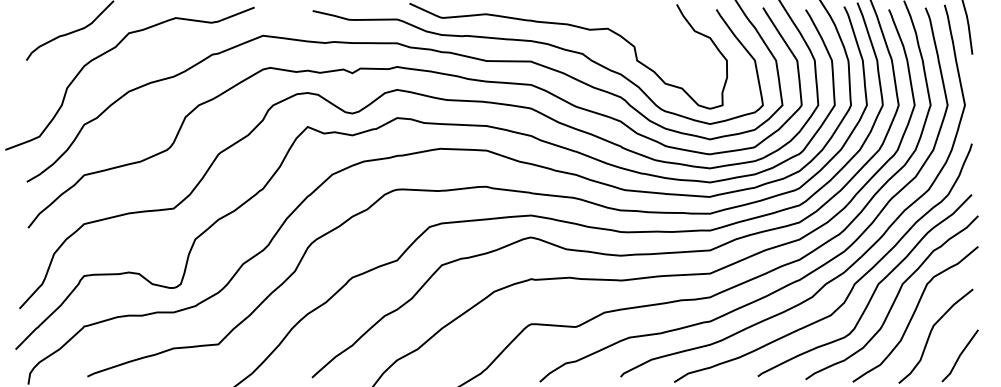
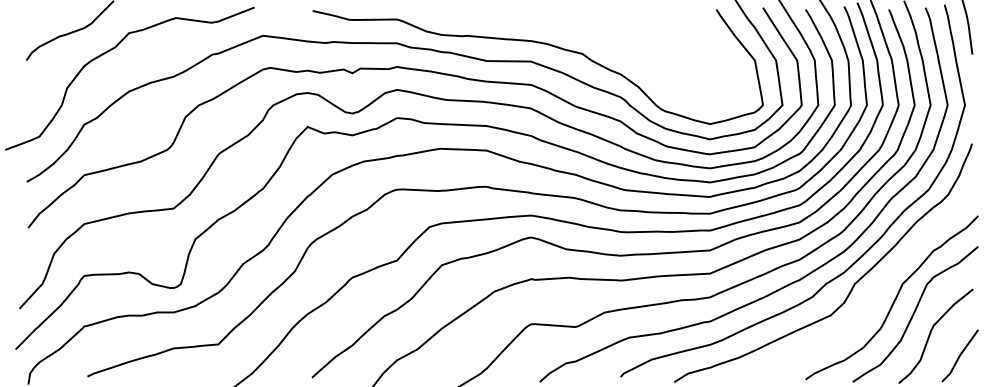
curve at (575, 27): present -> none
curve at (874, 289): present -> none
